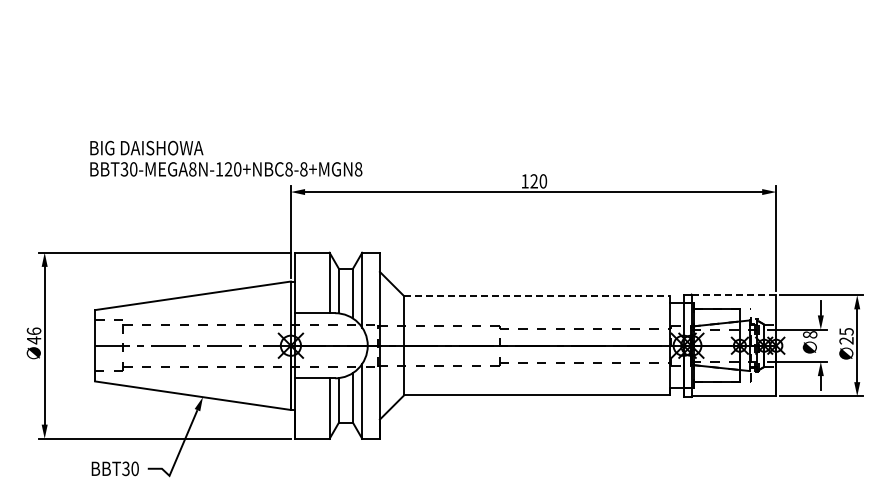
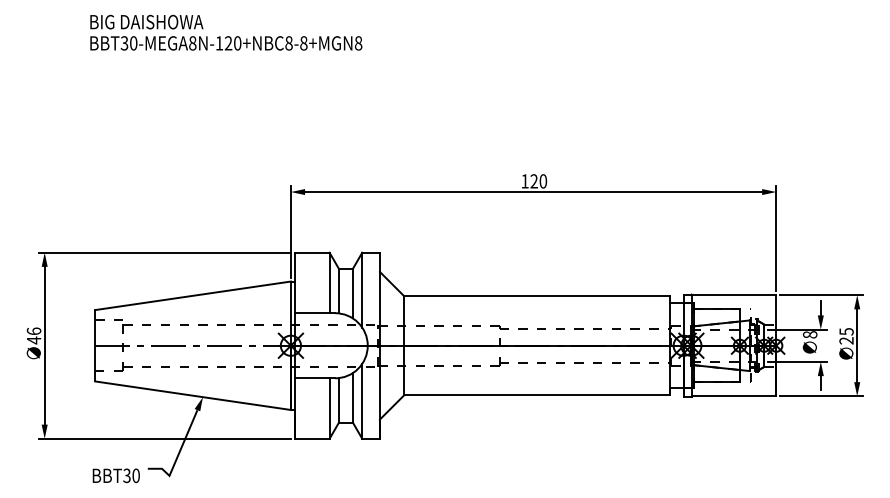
text at (226, 158) position: (226, 158) -> (226, 32)
line at (734, 295): dashed -> solid
line at (537, 296): dashed -> solid
text at (114, 468) position: (114, 468) -> (115, 475)
